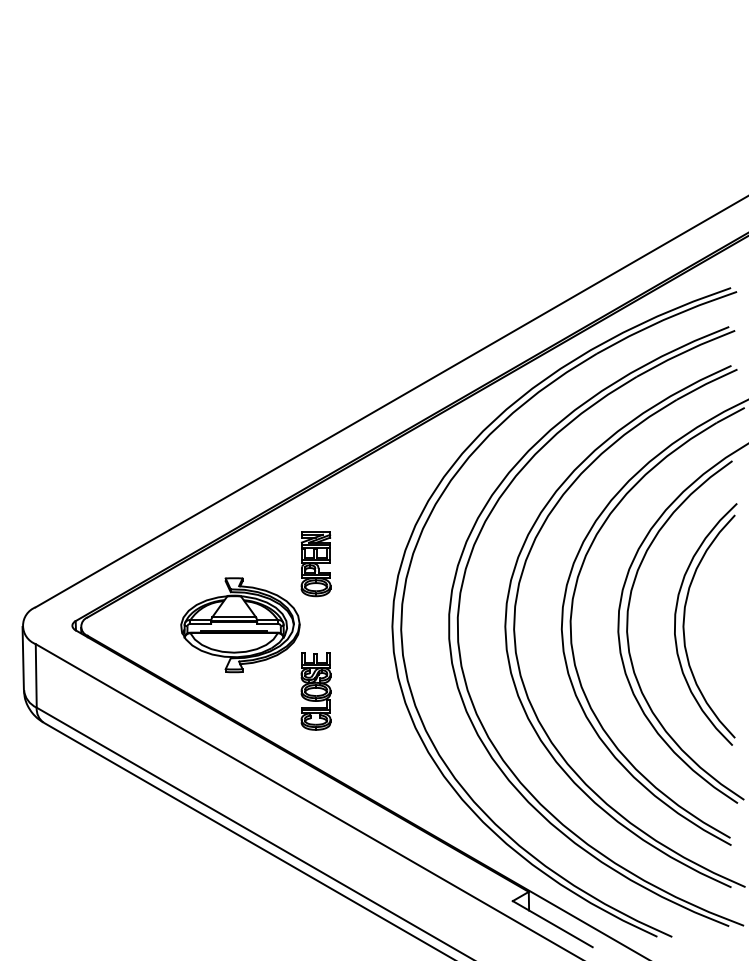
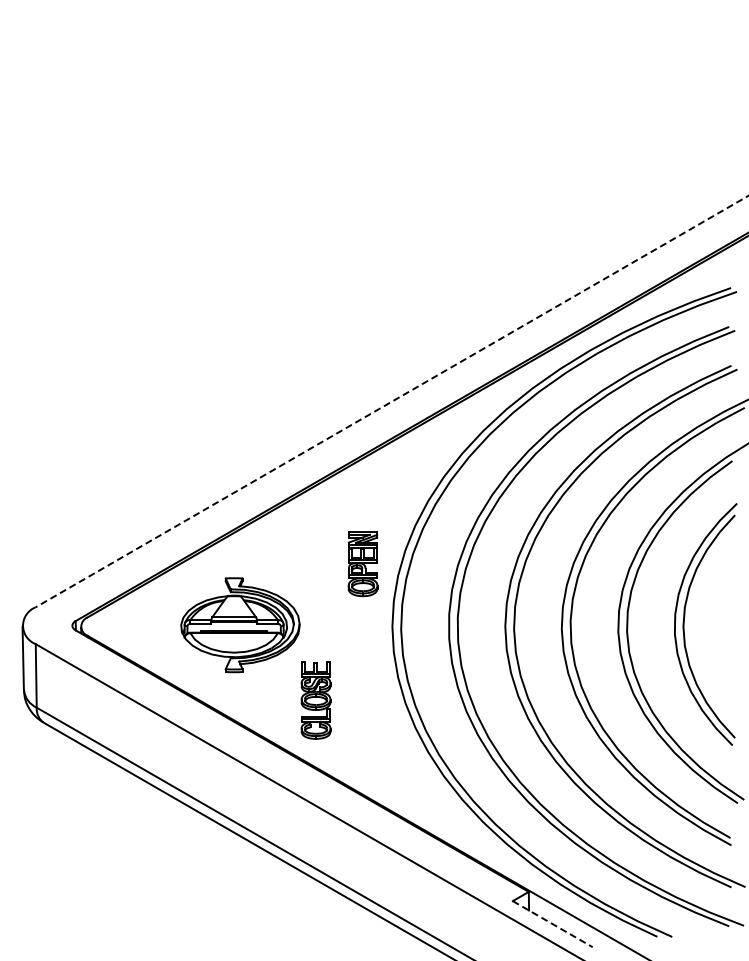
line at (392, 401): solid -> dashed
part at (315, 564) position: (315, 564) -> (362, 564)
part at (315, 691) position: (315, 691) -> (315, 700)
line at (553, 924): solid -> dashed
